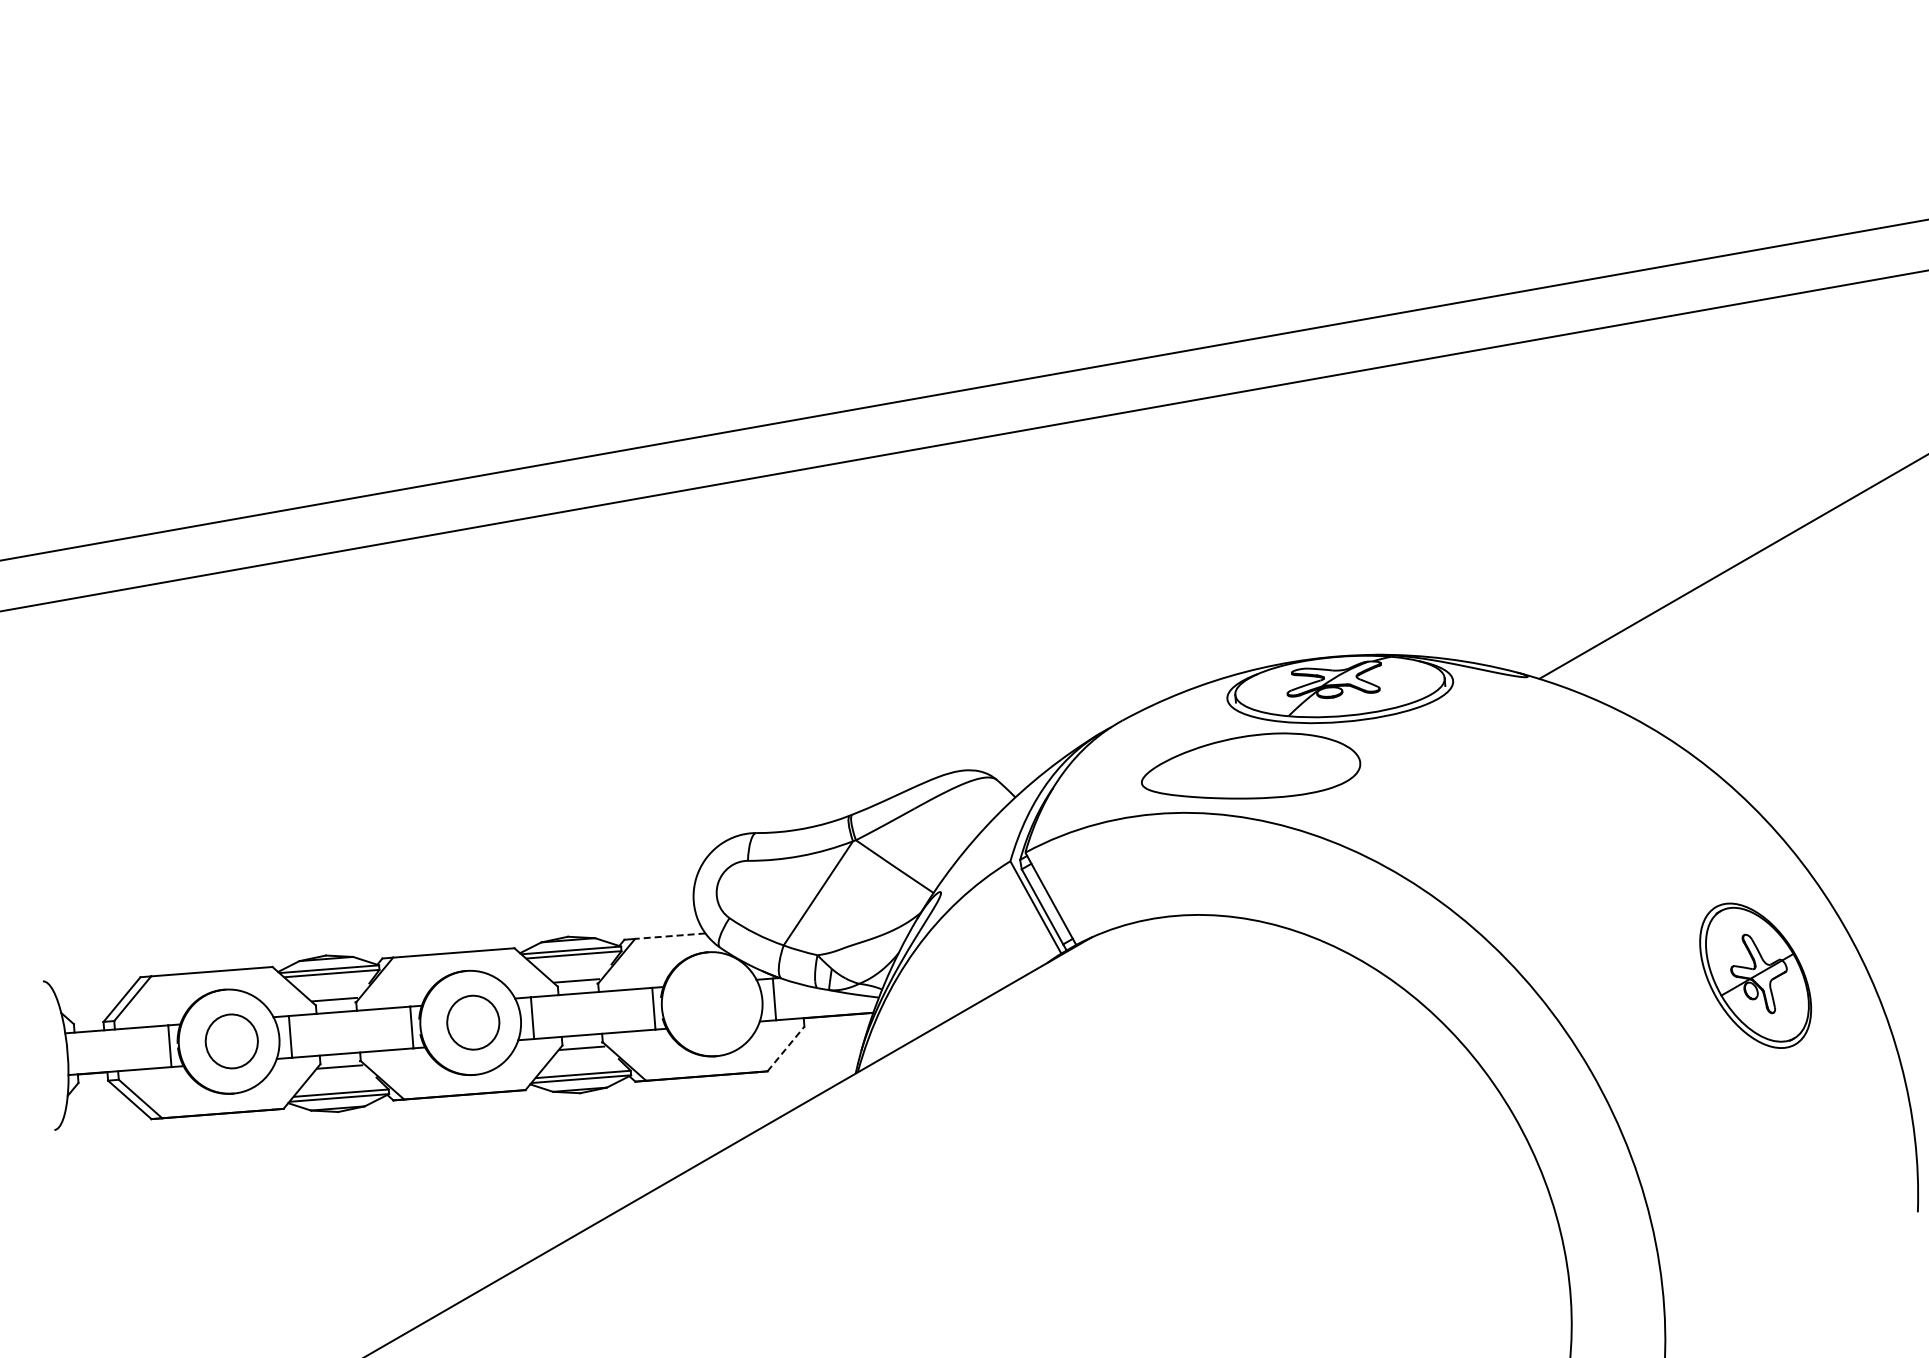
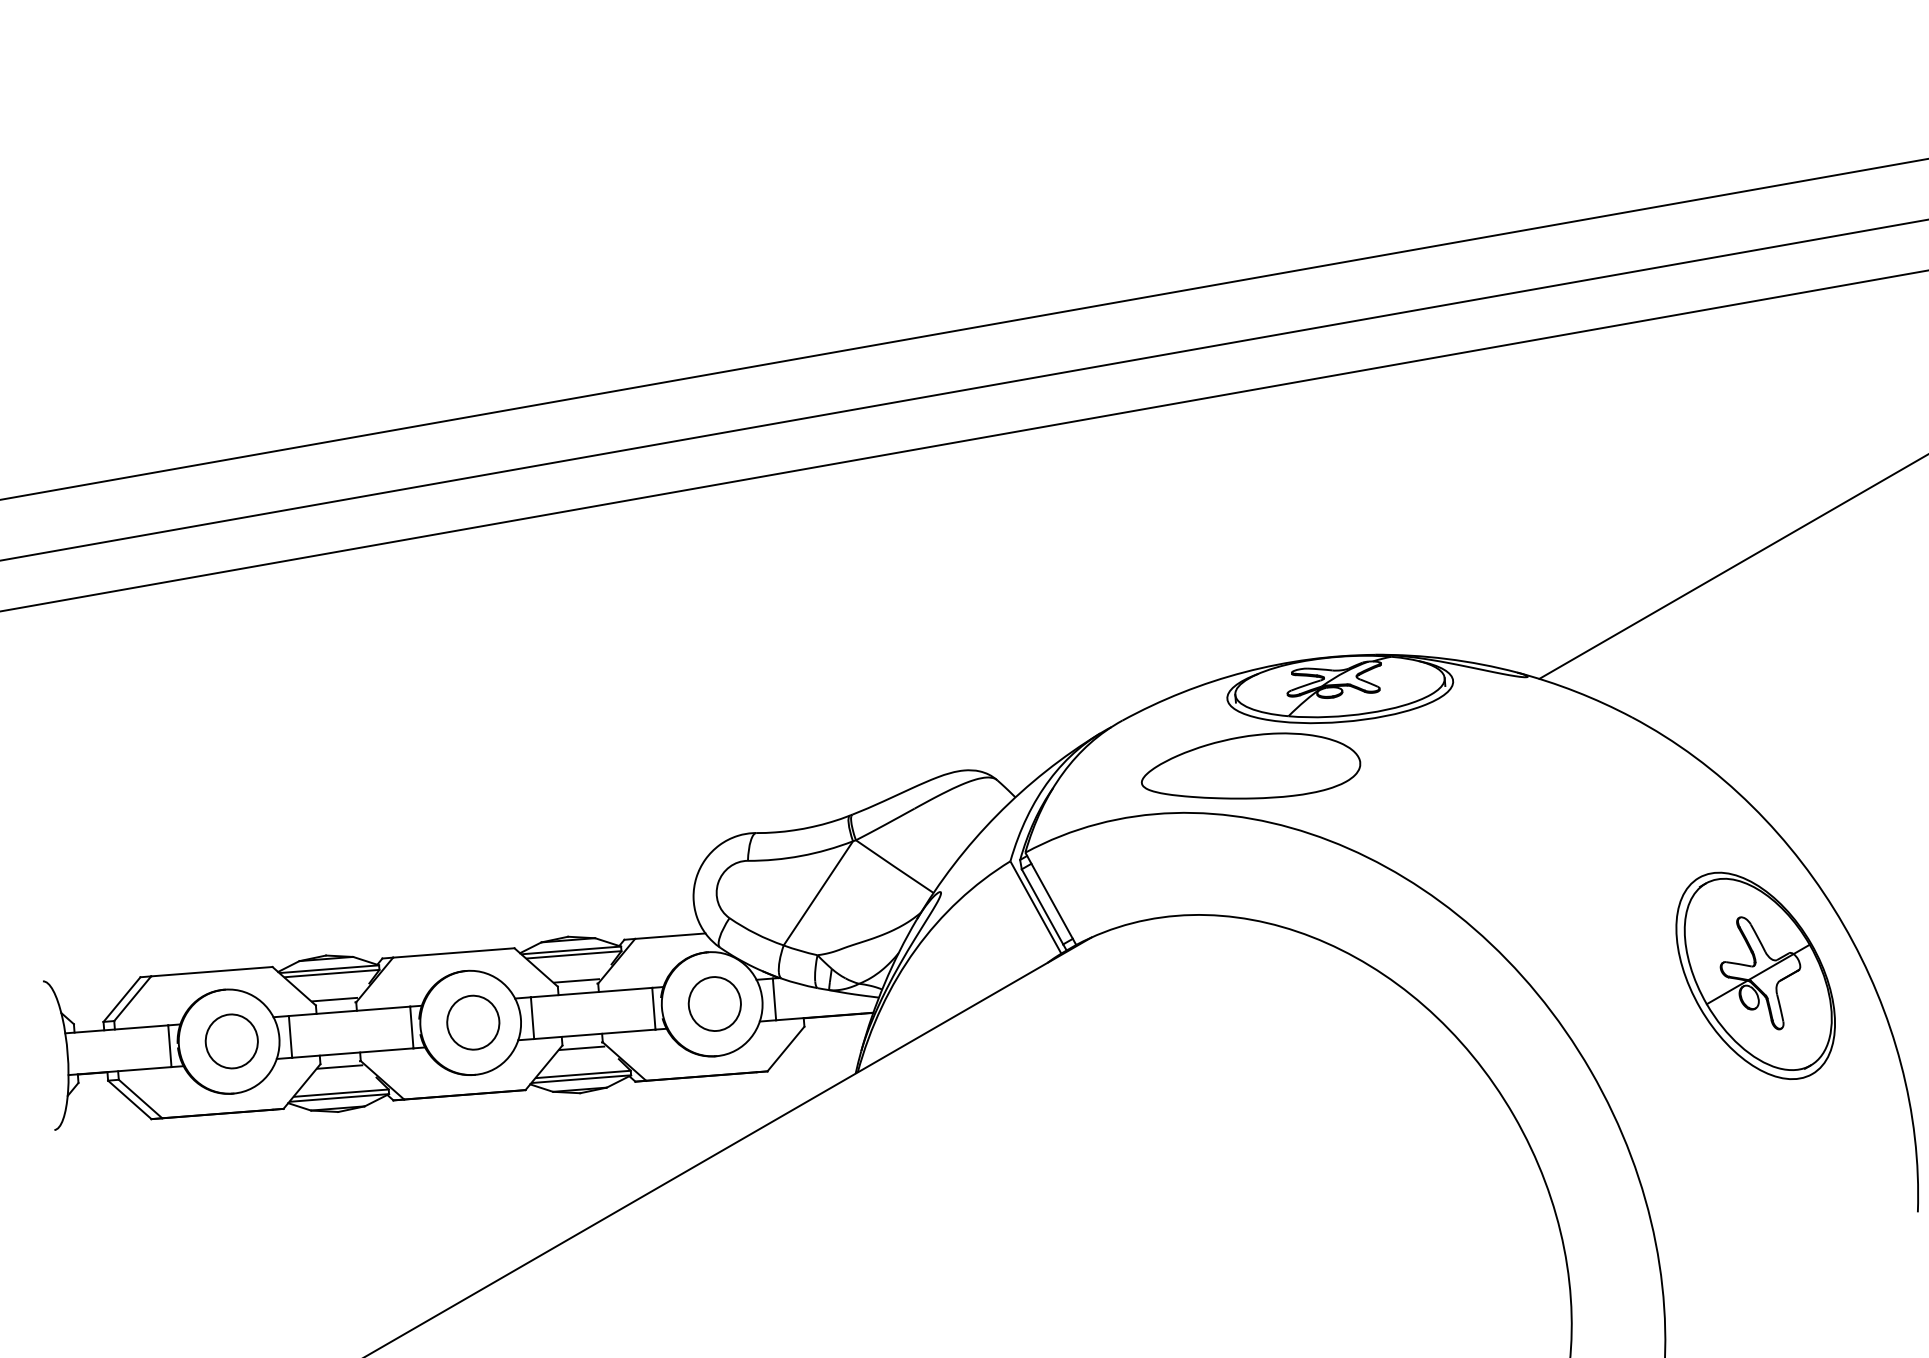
line at (963, 329): none -> present
line at (669, 936): dashed -> solid
part at (1755, 975) size: 114x147 px -> 161x209 px
part at (714, 1003): none -> present
line at (785, 1049): dashed -> solid
